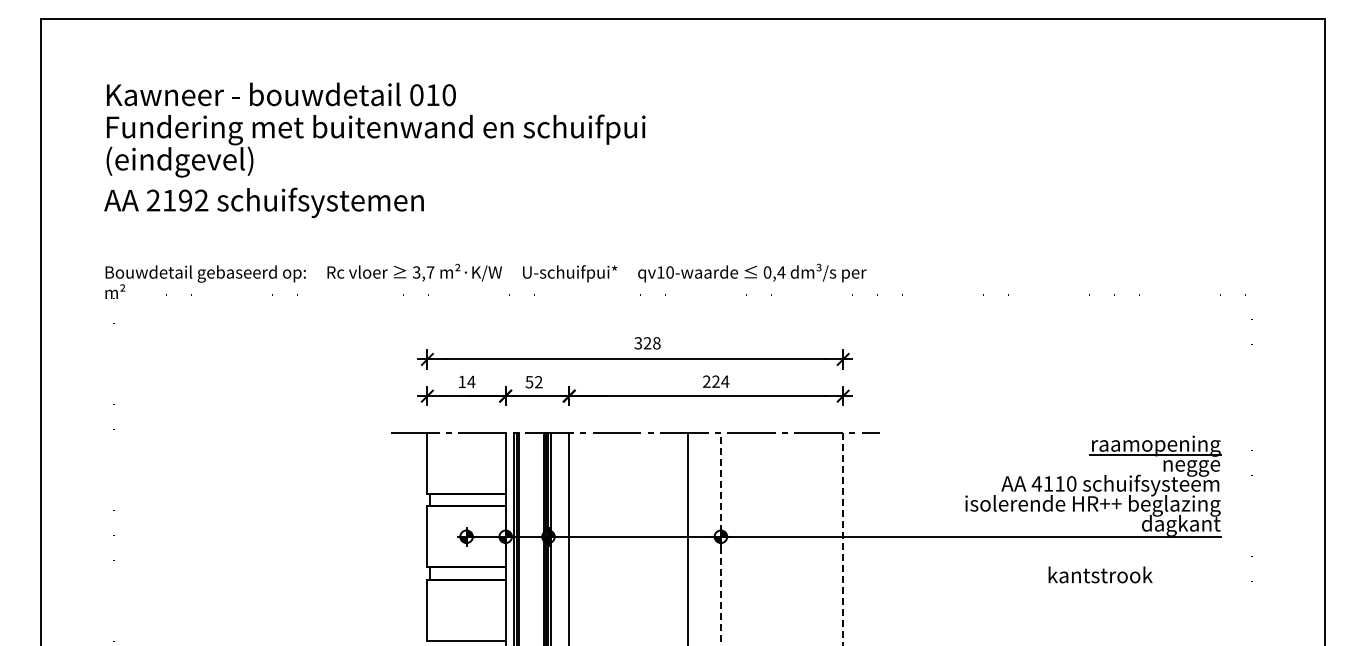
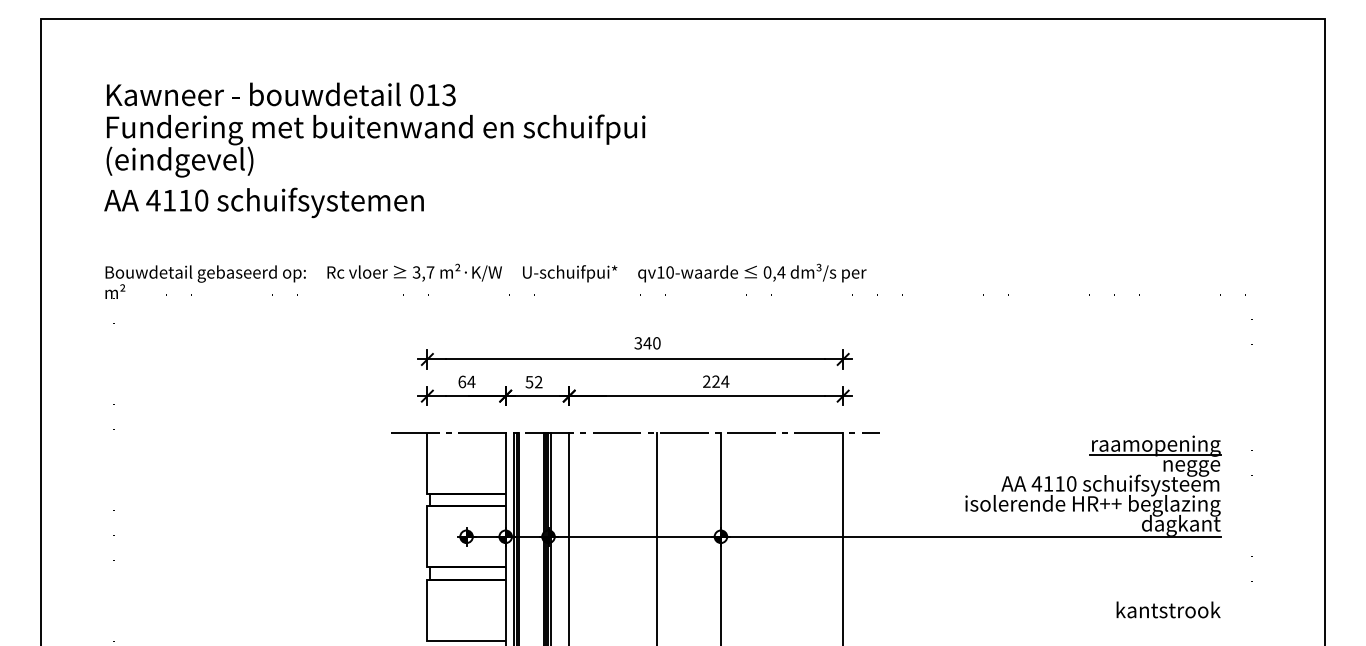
text at (448, 95): 010 -> 013
text at (177, 200): 2192 -> 4110
text at (651, 343): 328 -> 340
text at (462, 381): 14 -> 64
line at (687, 537) position: (687, 537) -> (656, 537)
line at (720, 538): dashed -> solid
line at (843, 539): dashed -> solid
text at (1100, 574) position: (1100, 574) -> (1168, 609)
